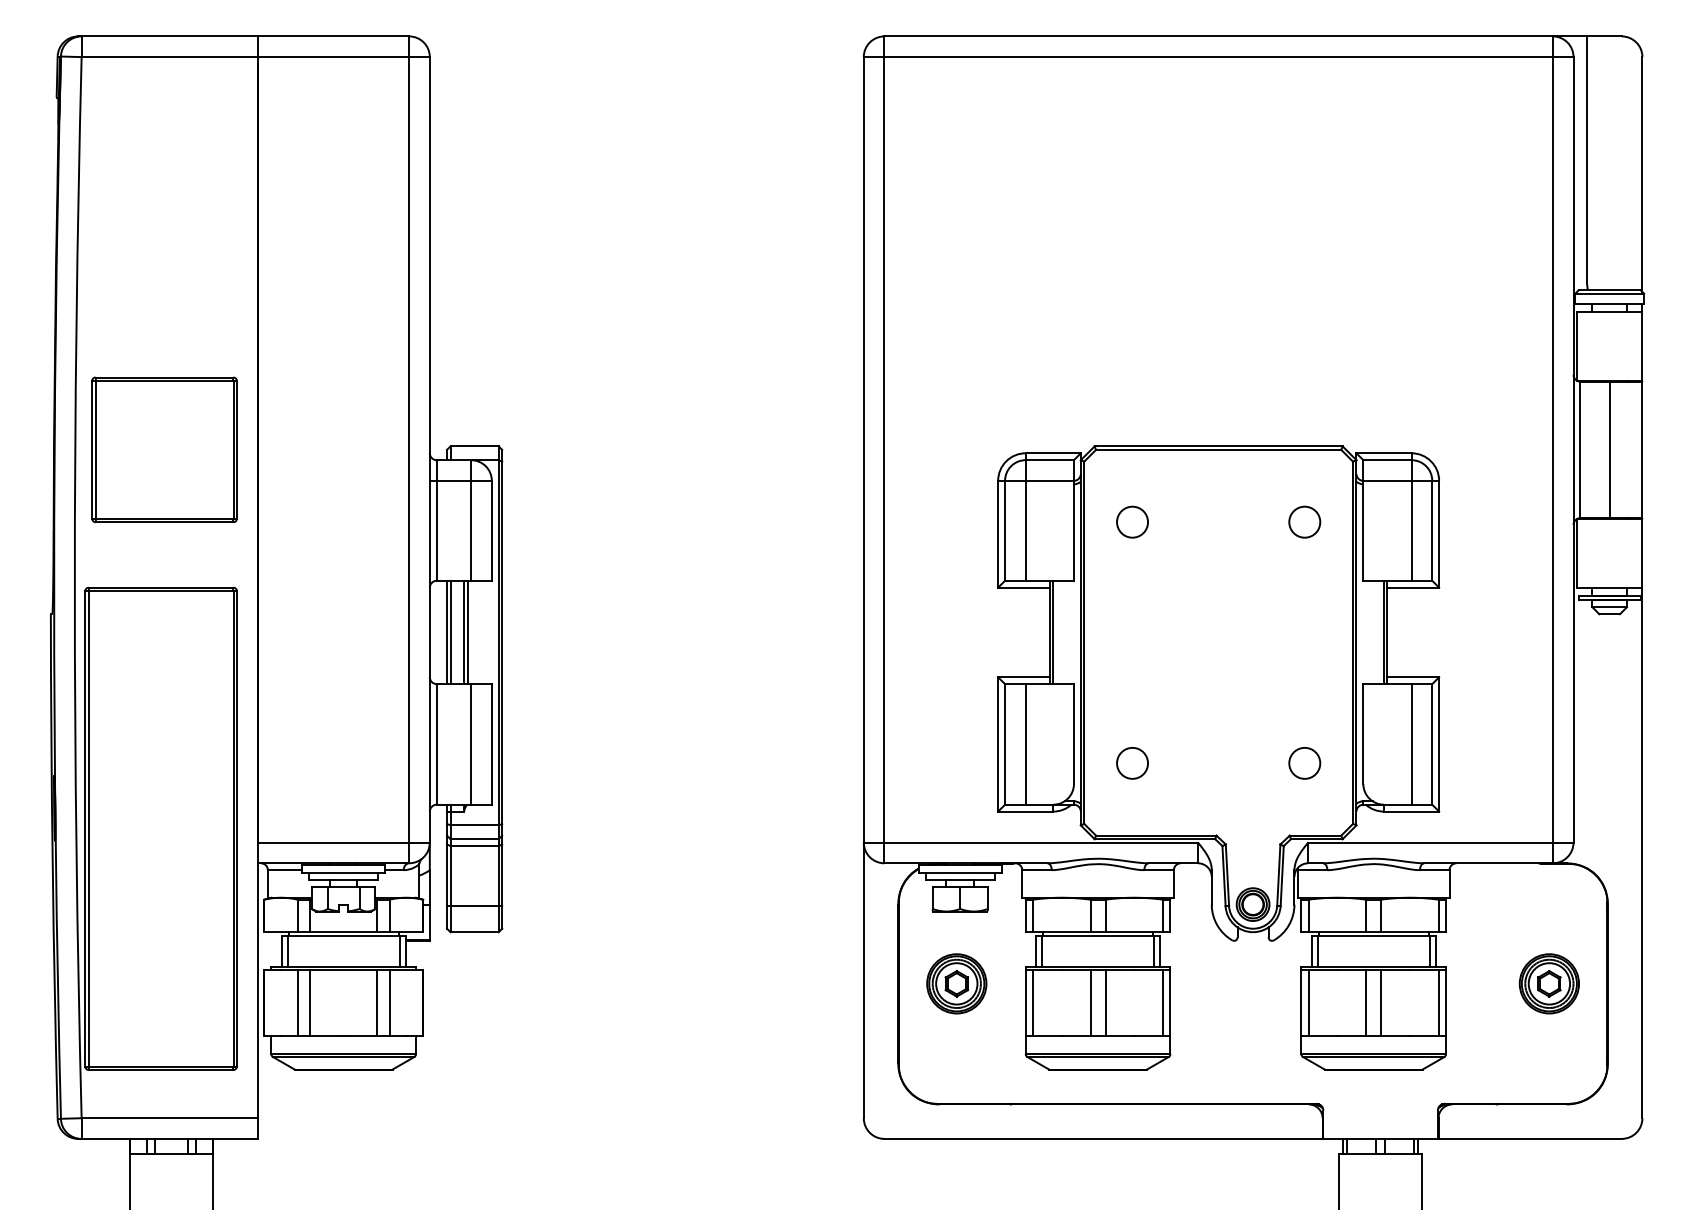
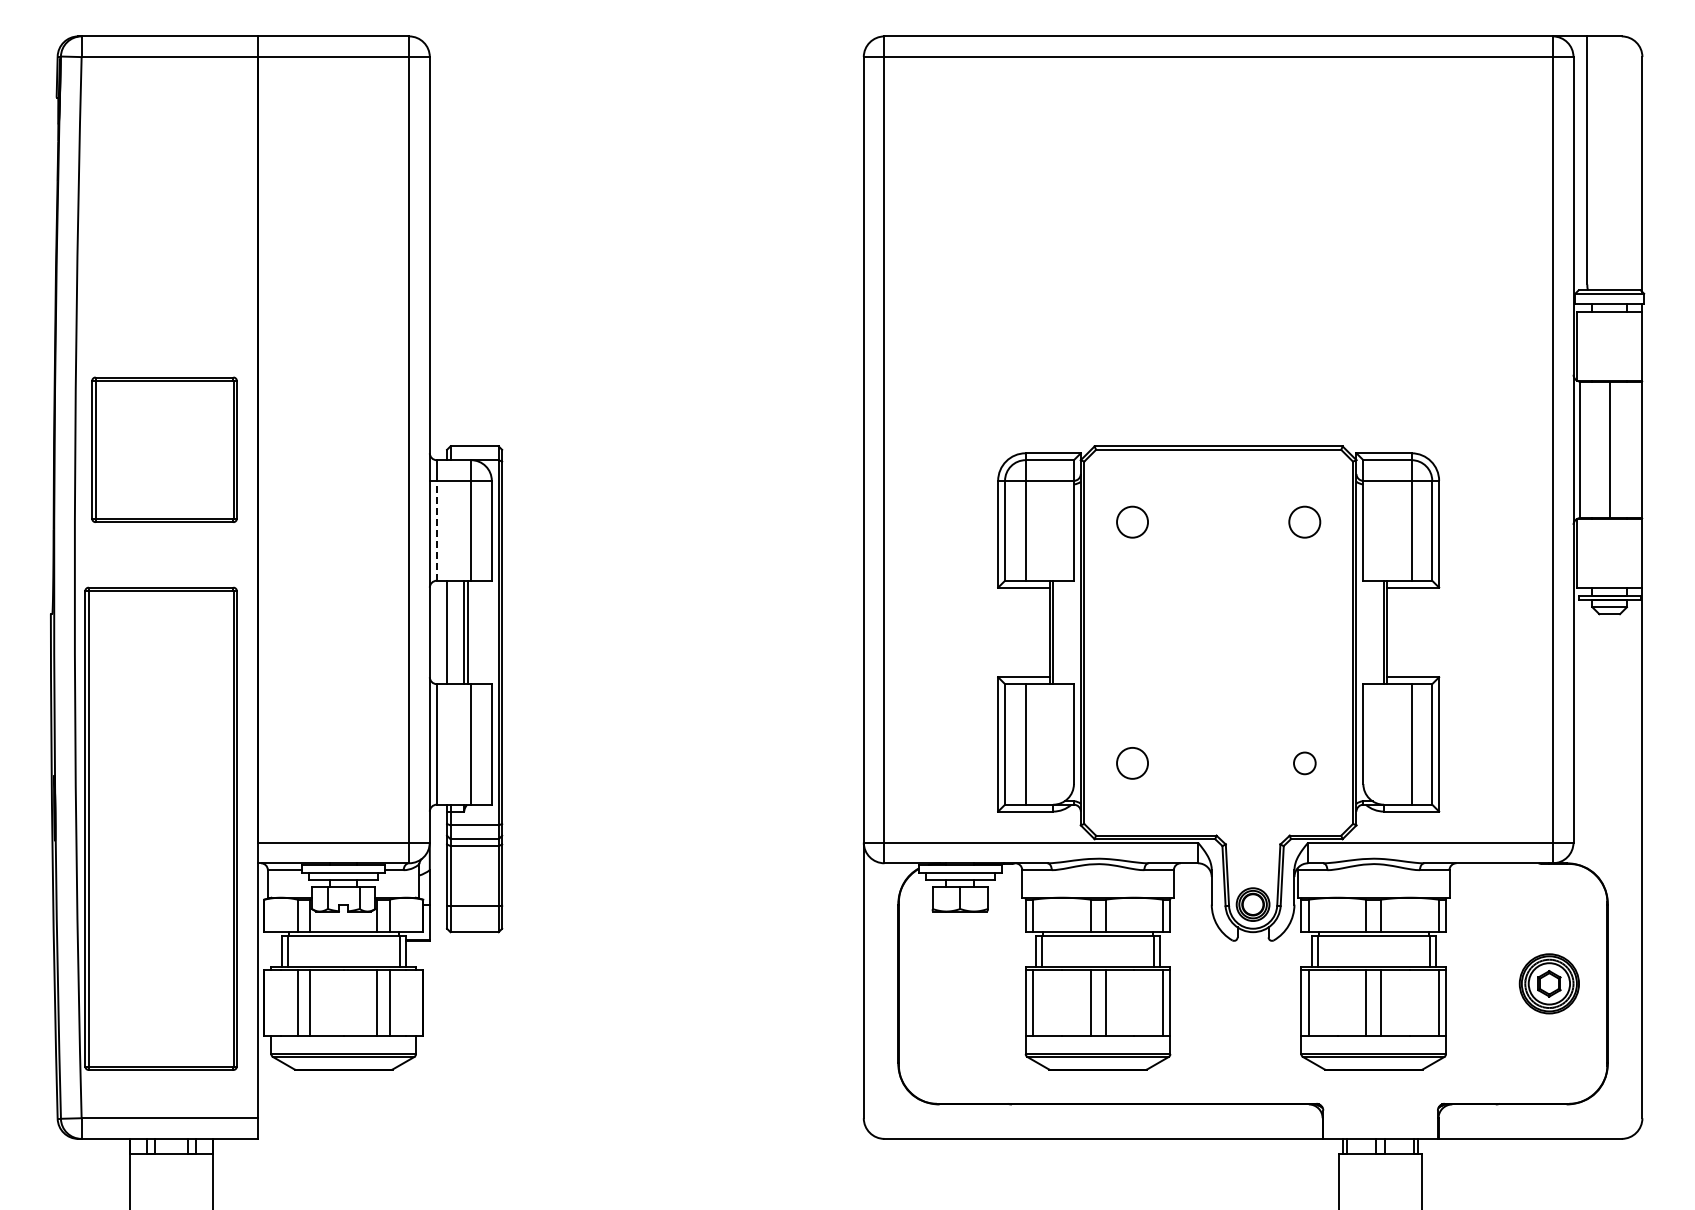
line at (436, 530): solid -> dashed
line at (450, 632): present -> none
circle at (1304, 763) size: 34x33 px -> 24x25 px
part at (956, 983): present -> none
